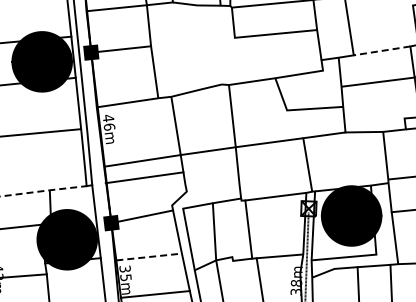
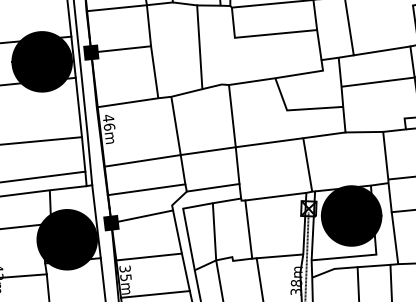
line at (199, 47): none -> present
line at (382, 50): dashed -> solid
line at (41, 132) position: (41, 132) -> (41, 140)
line at (43, 176): none -> present
line at (144, 177) position: (144, 177) -> (146, 189)
line at (212, 187): none -> present
line at (44, 190): dashed -> solid
line at (149, 257): dashed -> solid
